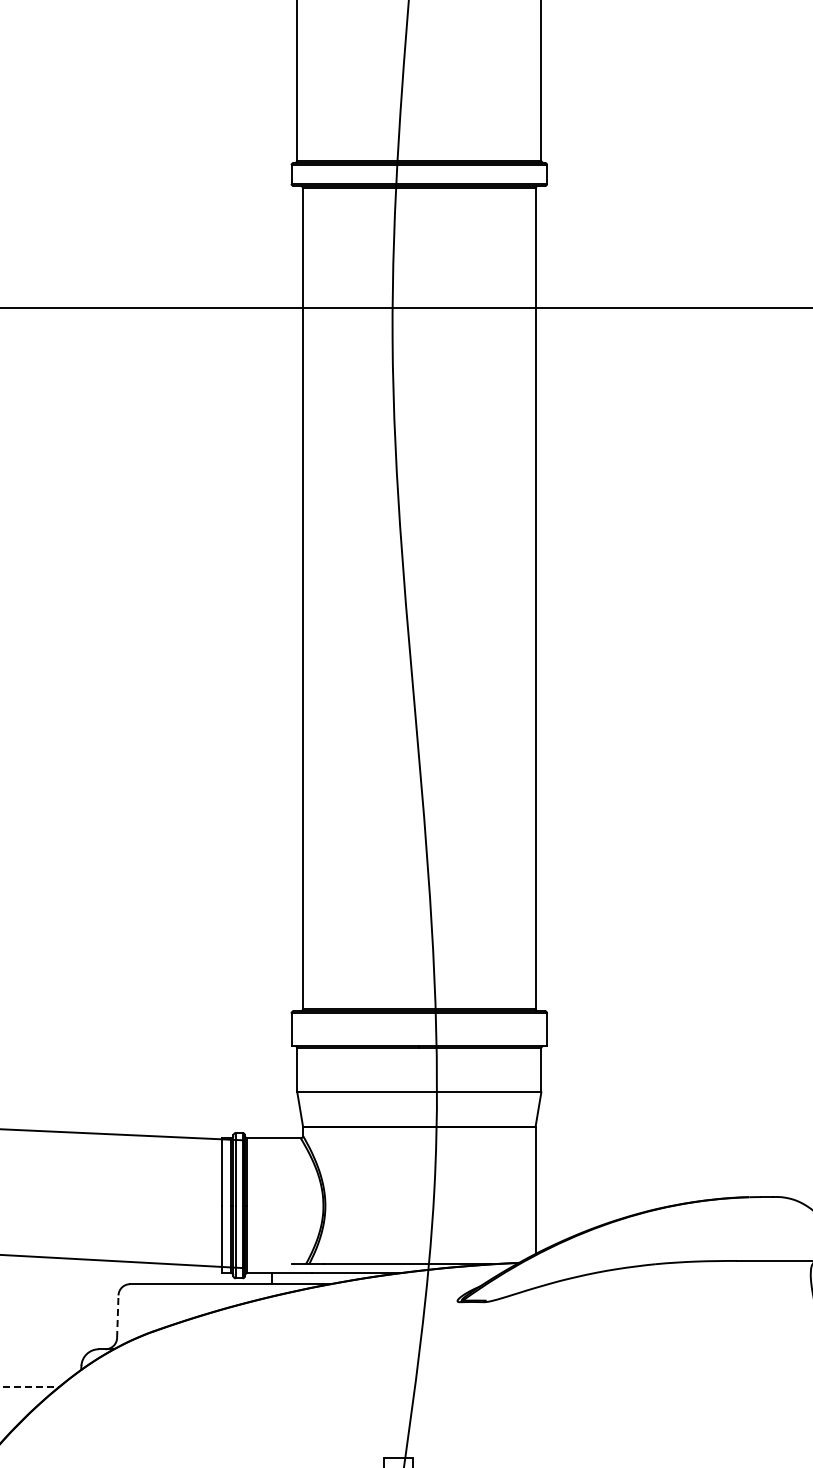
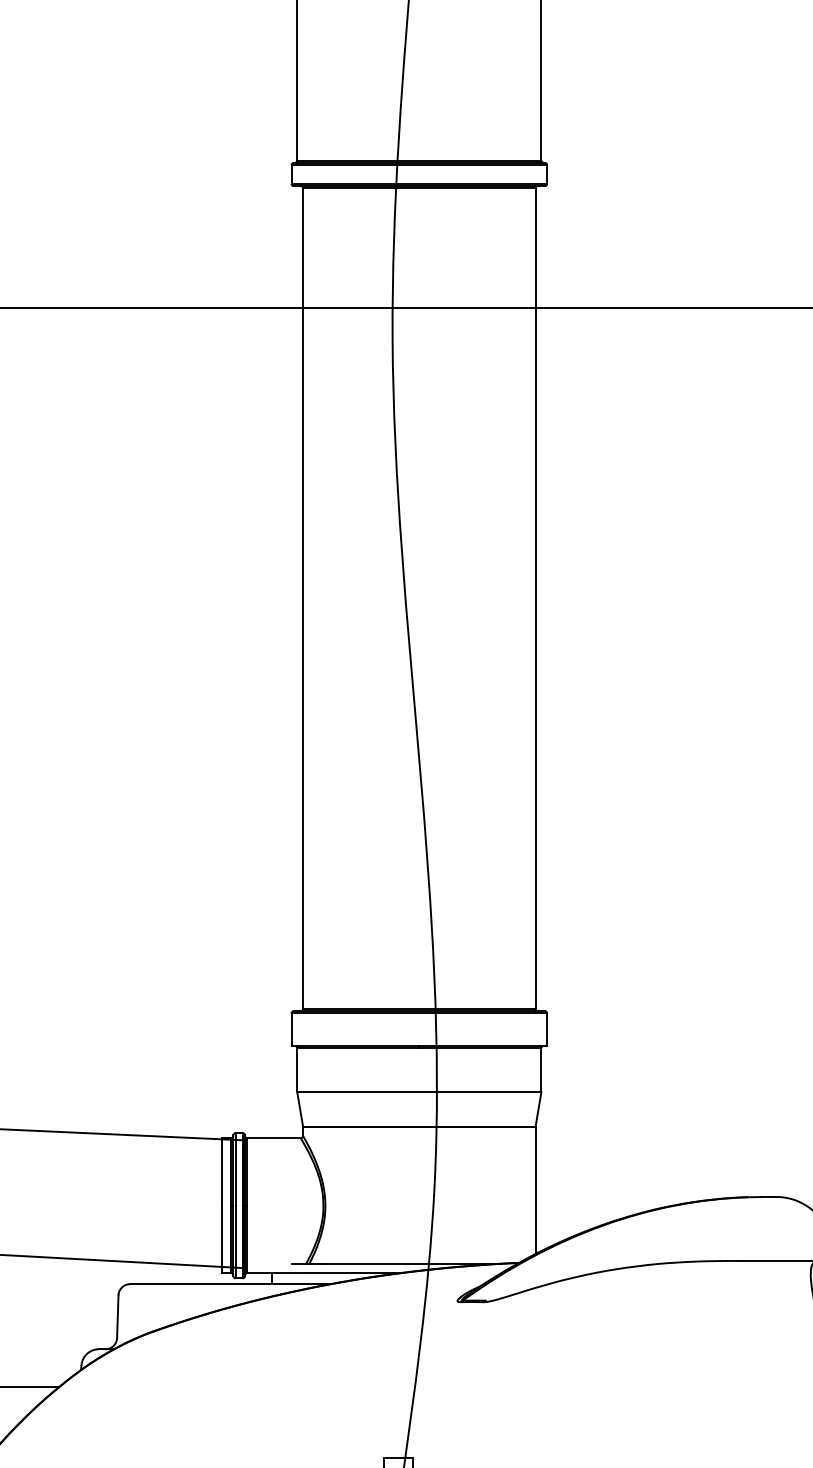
line at (117, 1316): dashed -> solid
line at (29, 1387): dashed -> solid
